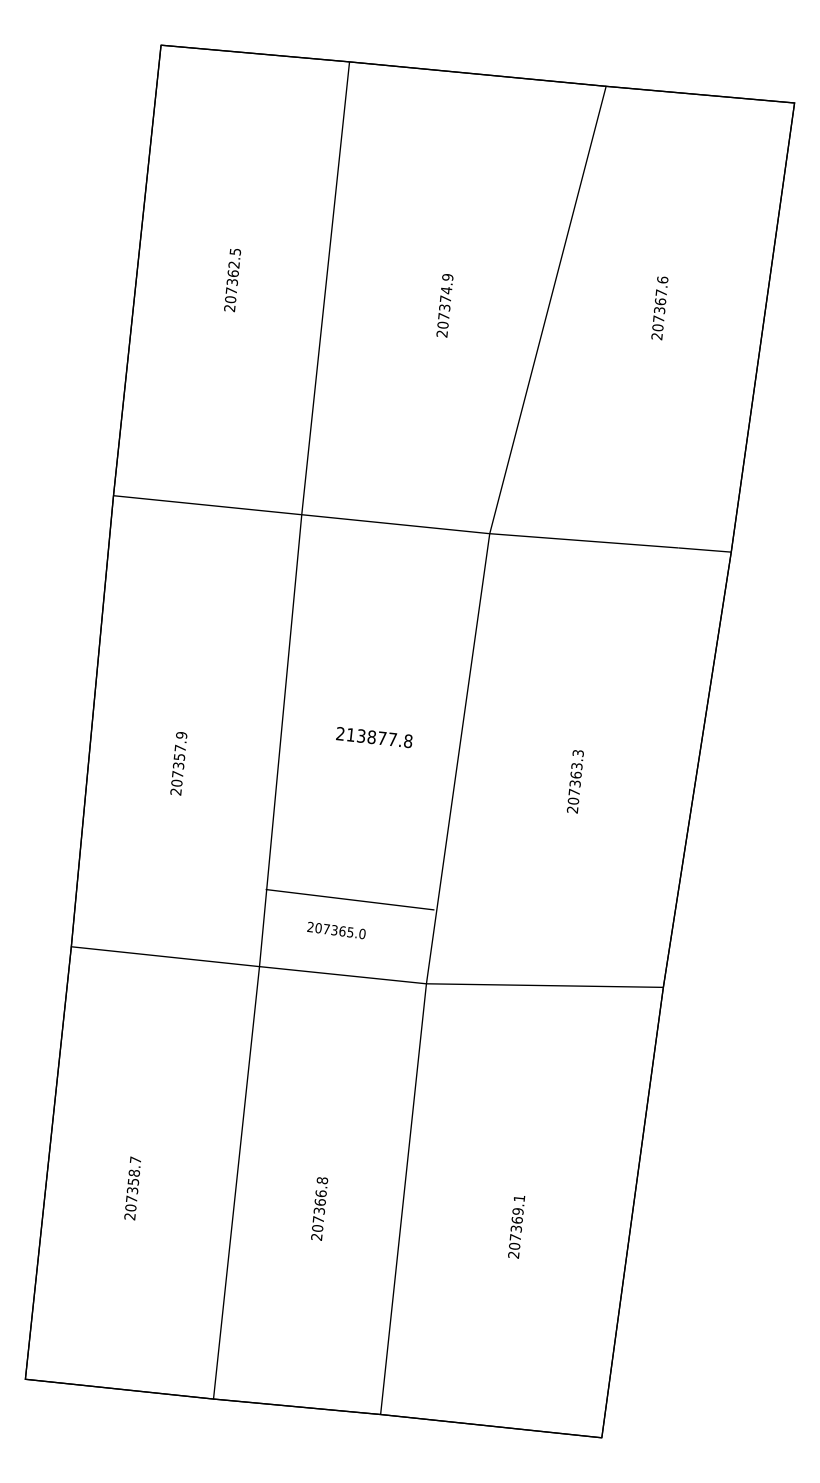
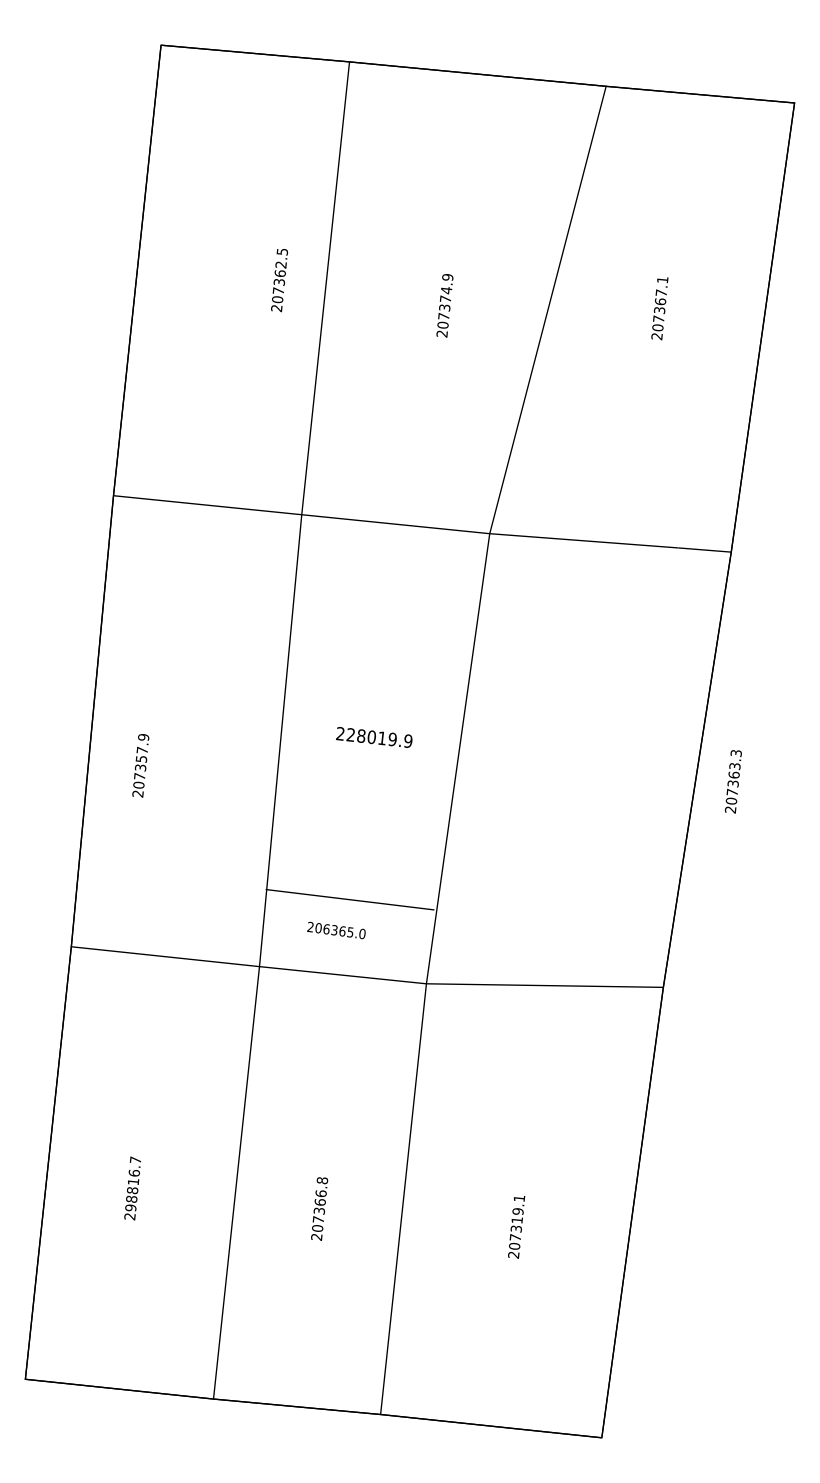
text at (662, 279): 207367.6 -> 207367.1
text at (232, 280) position: (232, 280) -> (279, 280)
text at (379, 738): 213877.8 -> 228019.9
text at (178, 763) position: (178, 763) -> (140, 765)
text at (574, 781) position: (574, 781) -> (732, 781)
text at (326, 928): 207365.0 -> 206365.0
text at (132, 1190): 207358.7 -> 298816.7
text at (516, 1220): 207369.1 -> 207319.1
